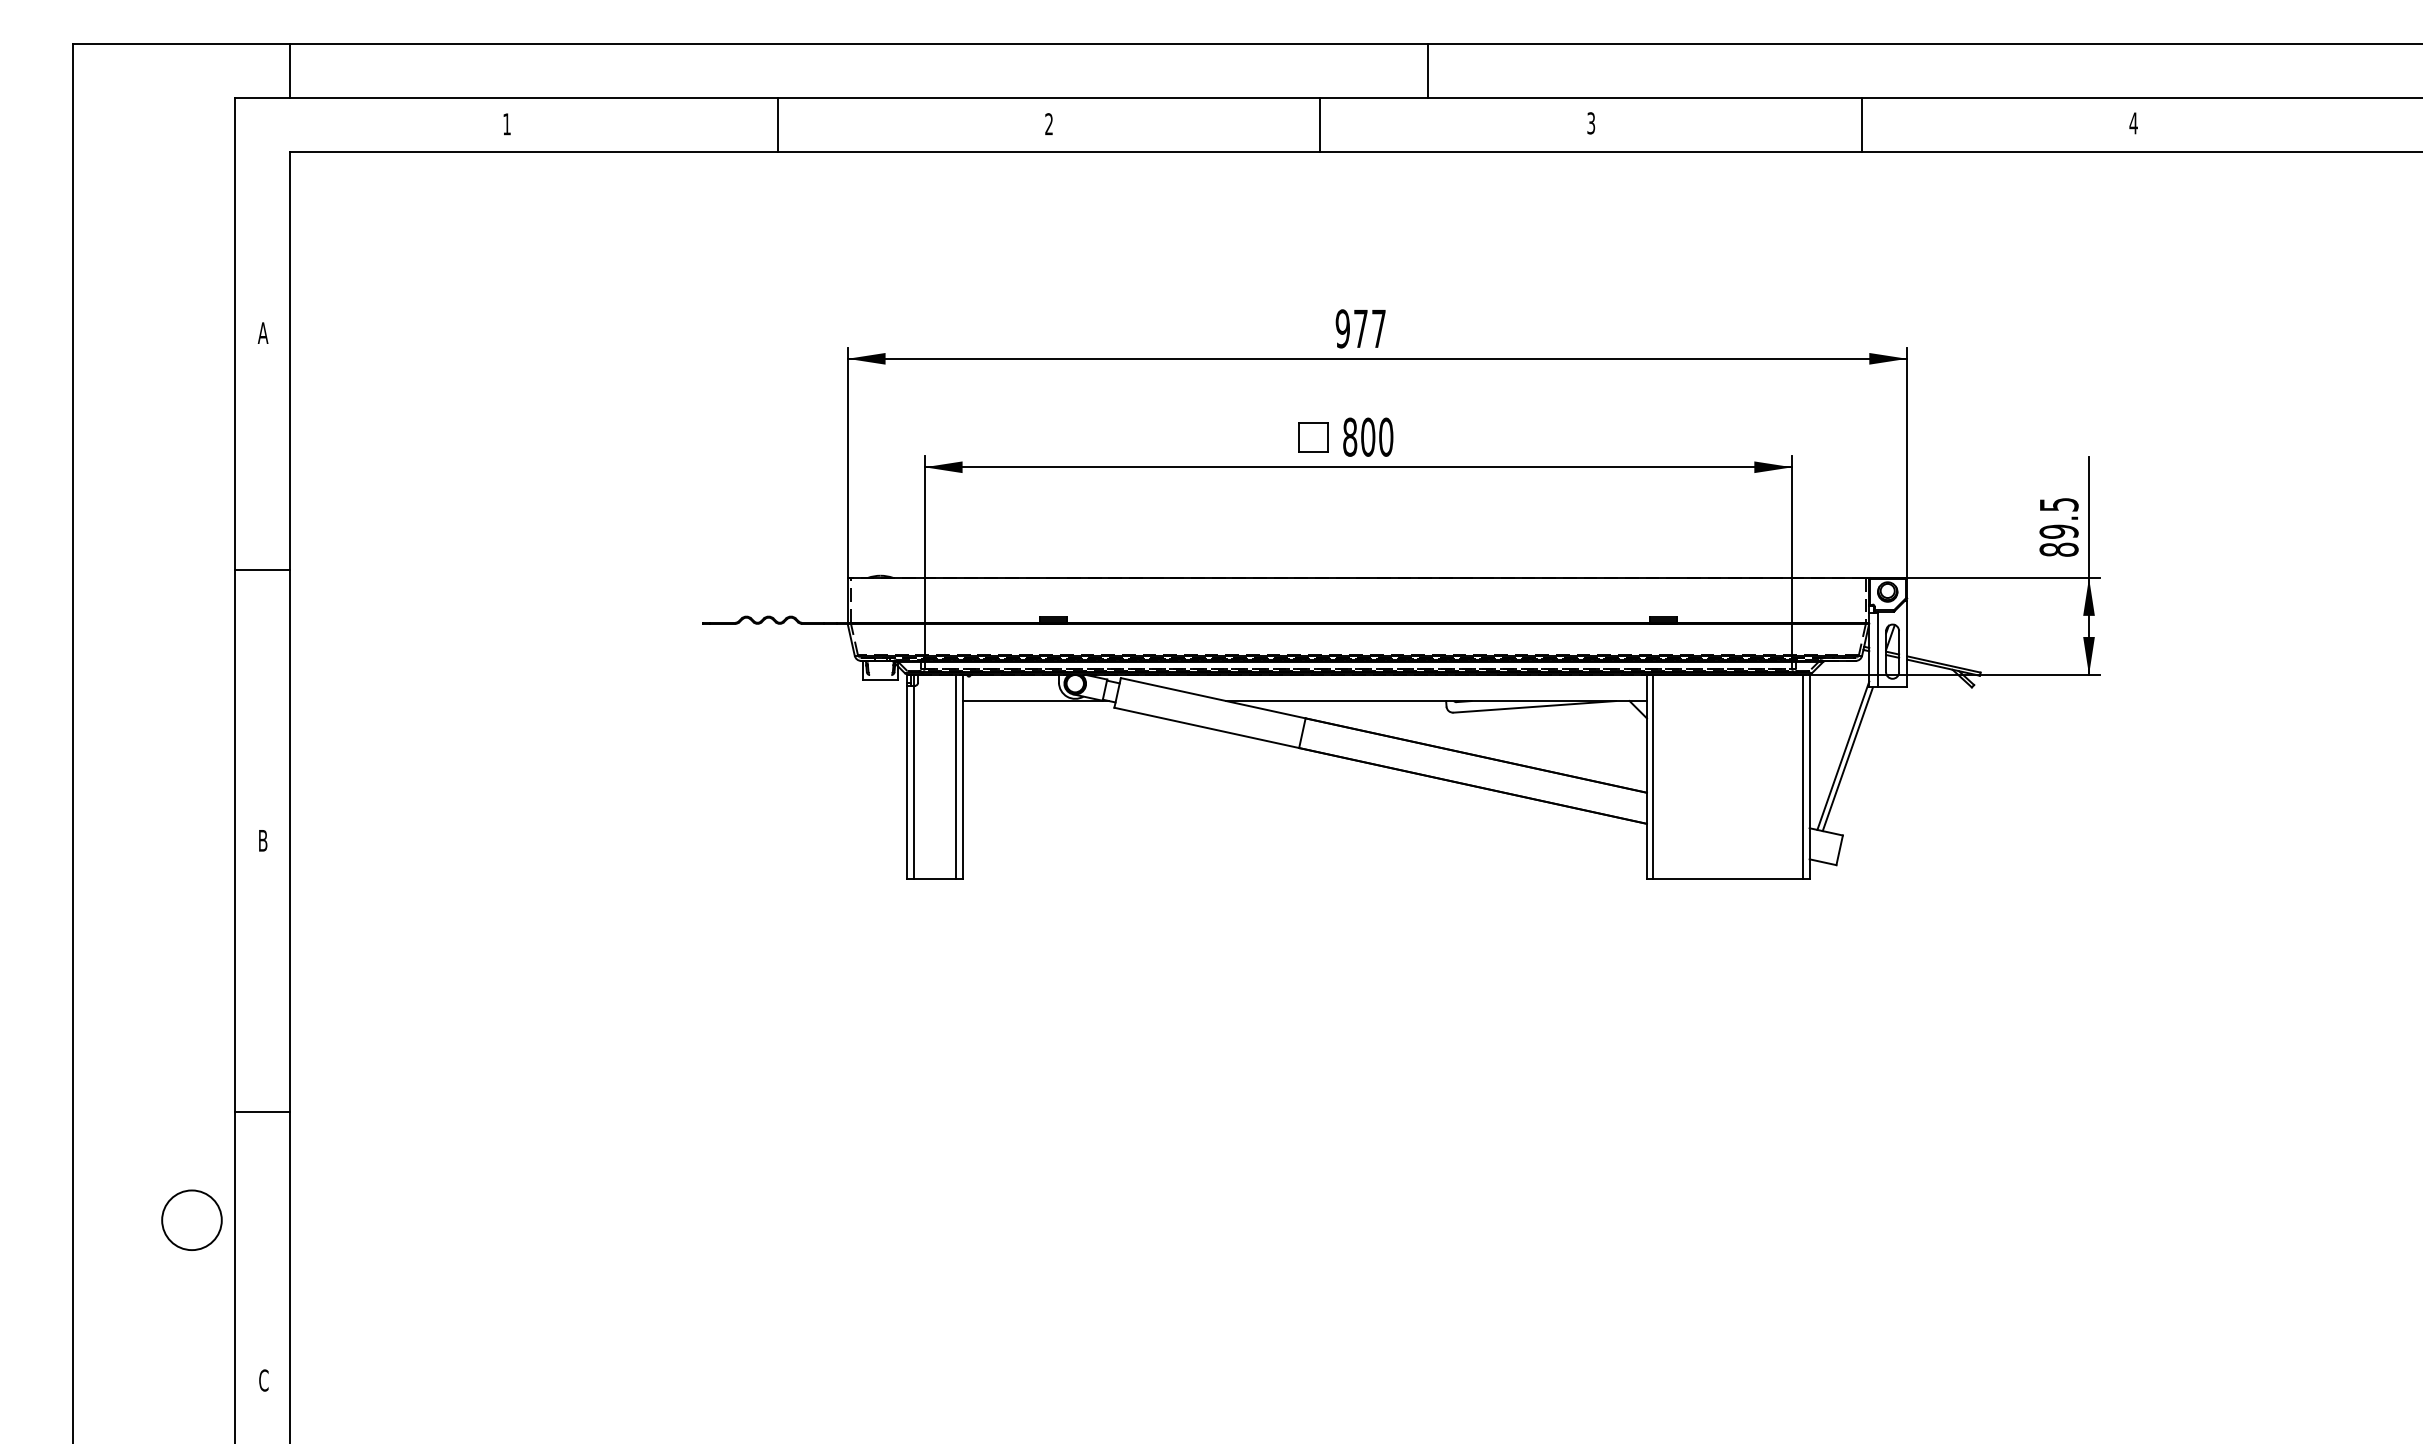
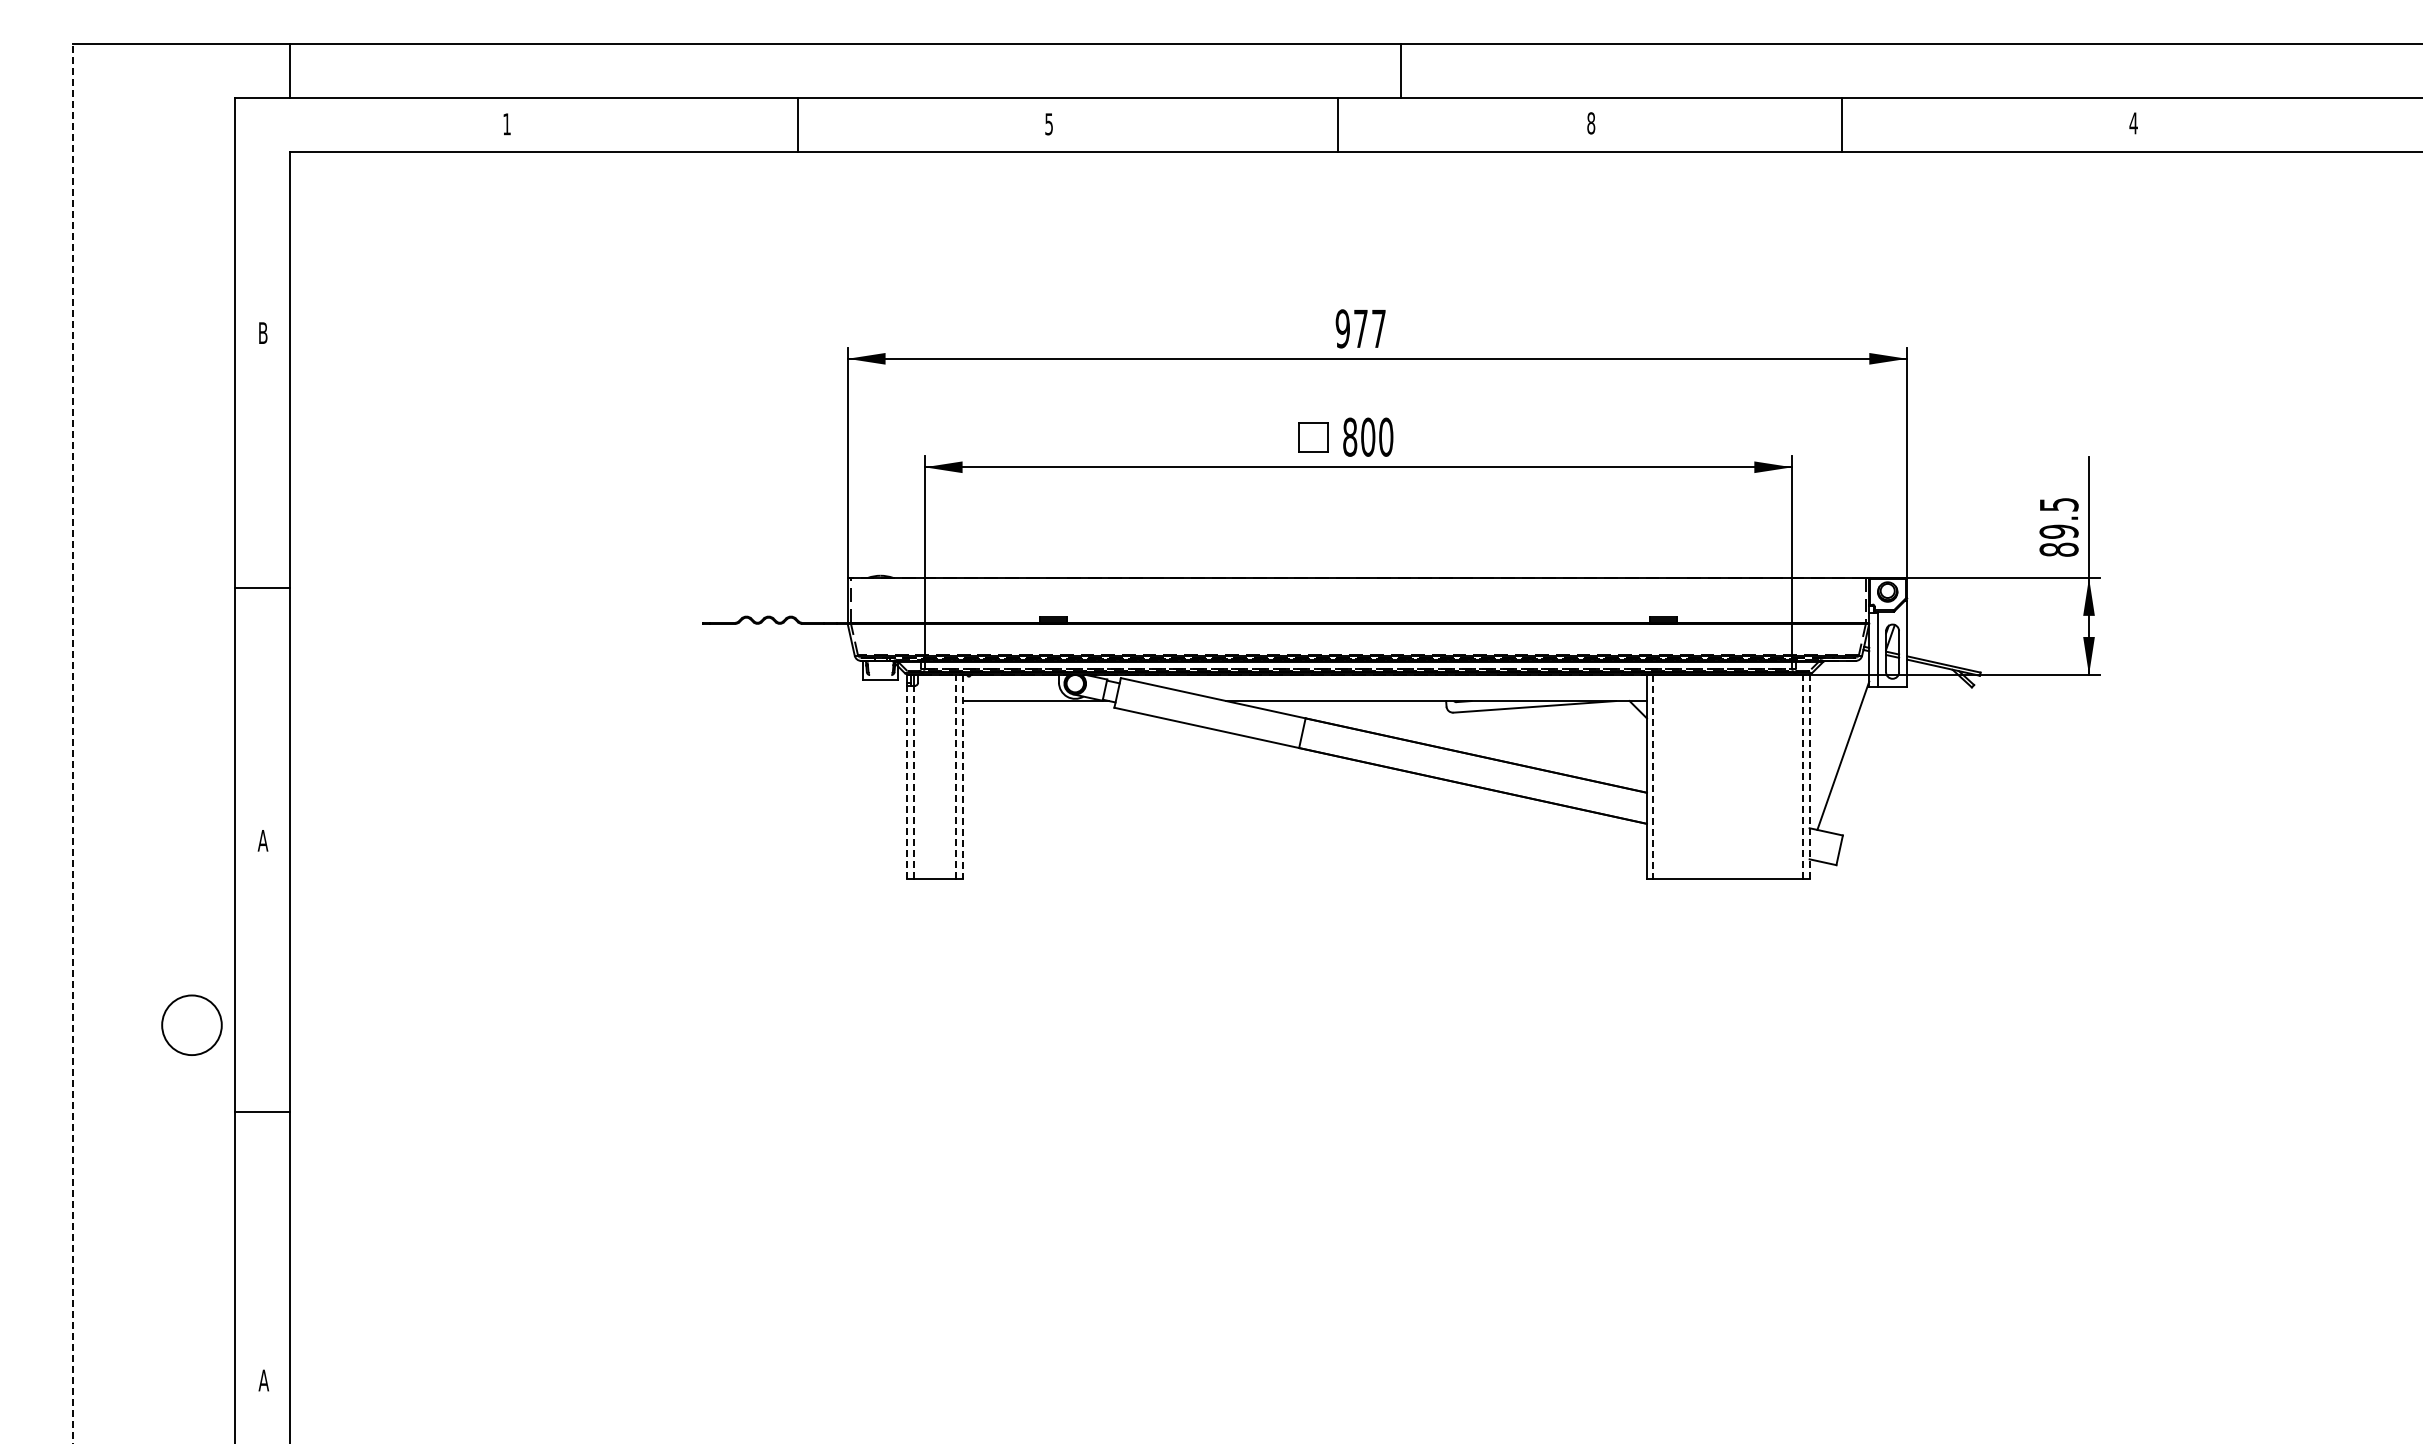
line at (1428, 70) position: (1428, 70) -> (1401, 70)
text at (1591, 123): 3 -> 8
line at (777, 124) position: (777, 124) -> (797, 124)
text at (1048, 124): 2 -> 5
line at (1319, 124) position: (1319, 124) -> (1337, 124)
line at (1862, 124) position: (1862, 124) -> (1842, 124)
text at (262, 332): A -> B
line at (262, 569) position: (262, 569) -> (262, 587)
line at (72, 743): solid -> dashed
line at (1847, 759): present -> none
line at (956, 776): solid -> dashed
line at (962, 776): solid -> dashed
line at (1653, 776): solid -> dashed
line at (1803, 776): solid -> dashed
line at (1809, 776): solid -> dashed
line at (907, 782): solid -> dashed
line at (913, 782): solid -> dashed
text at (262, 840): B -> A
circle at (191, 1219) position: (191, 1219) -> (191, 1024)
text at (263, 1380): C -> A
